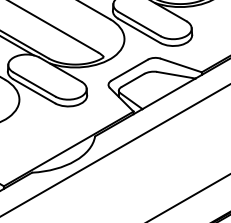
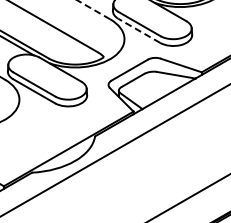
line at (93, 9): solid -> dashed
line at (138, 30): solid -> dashed
